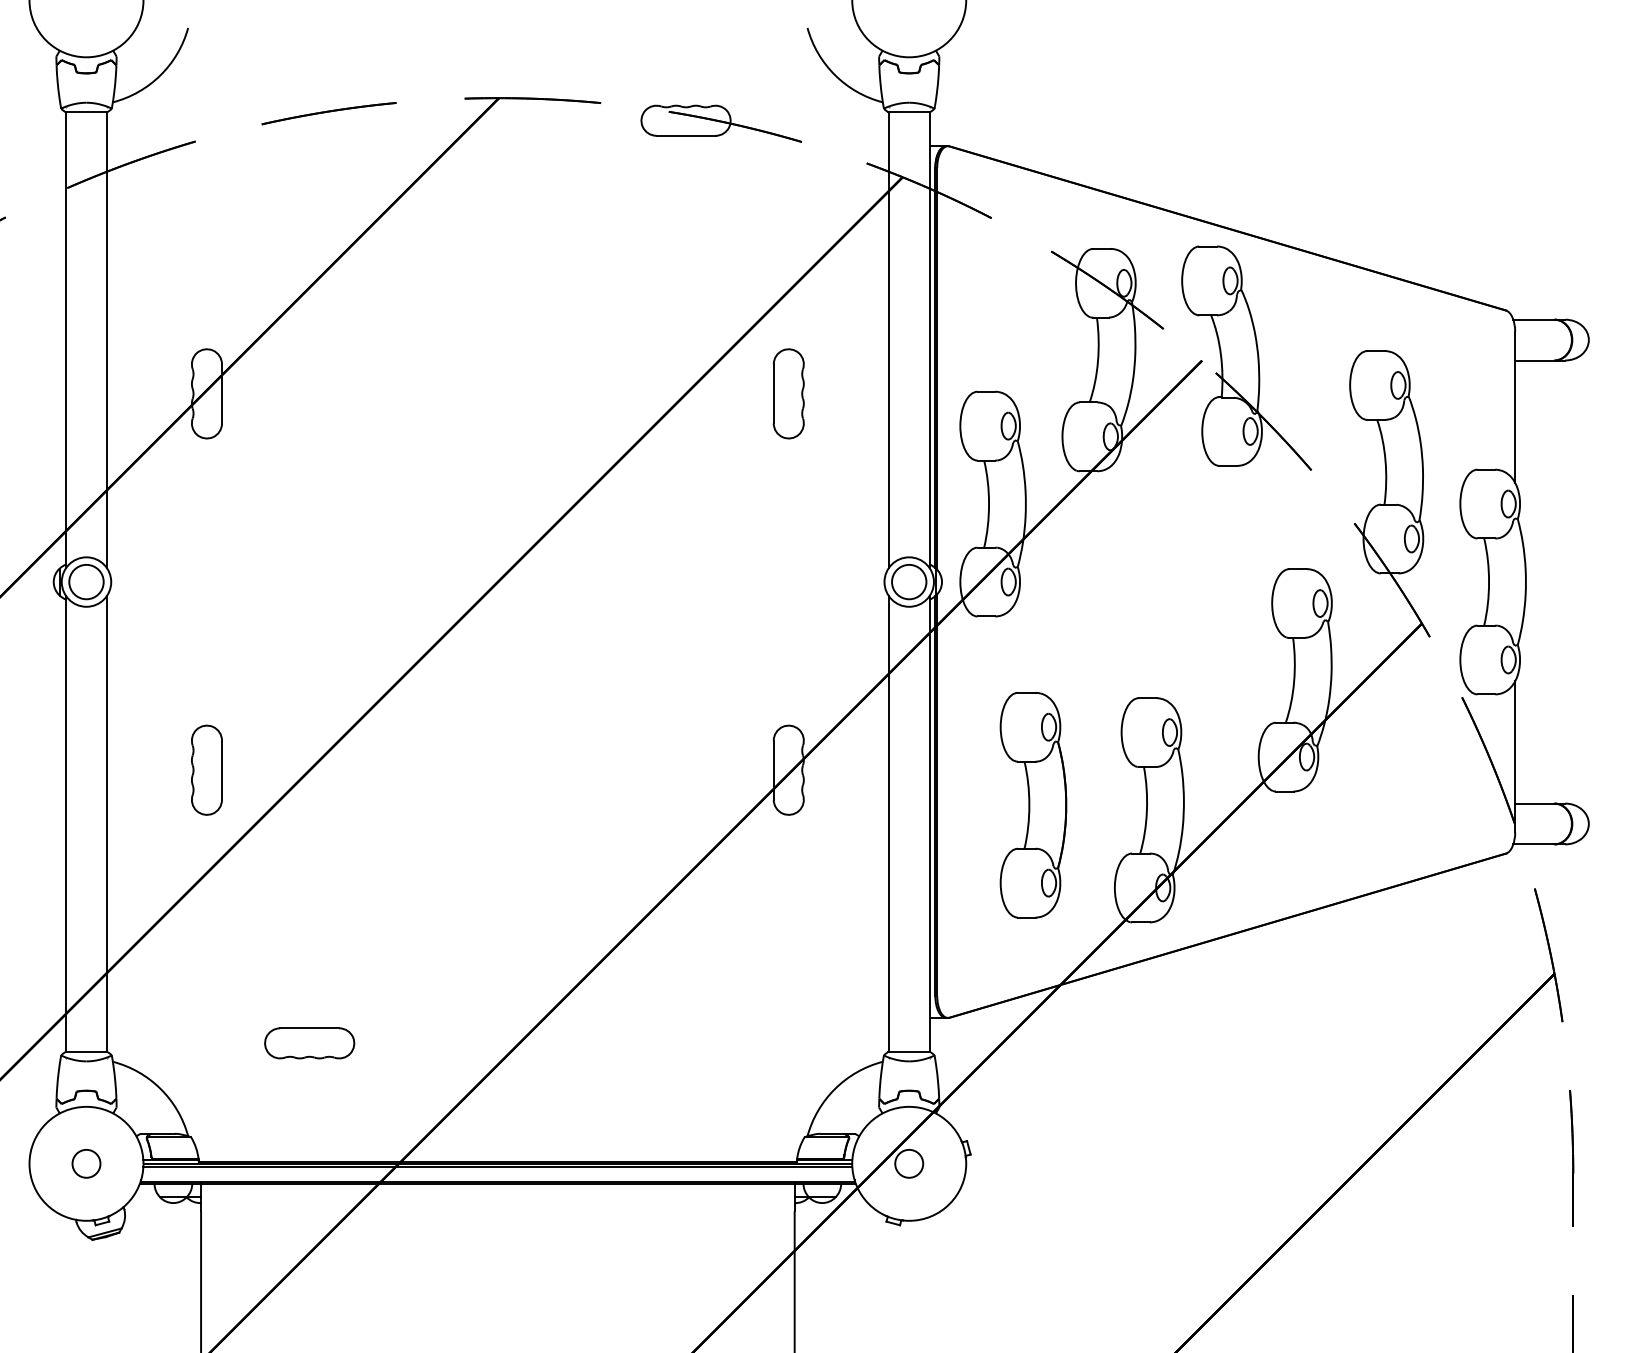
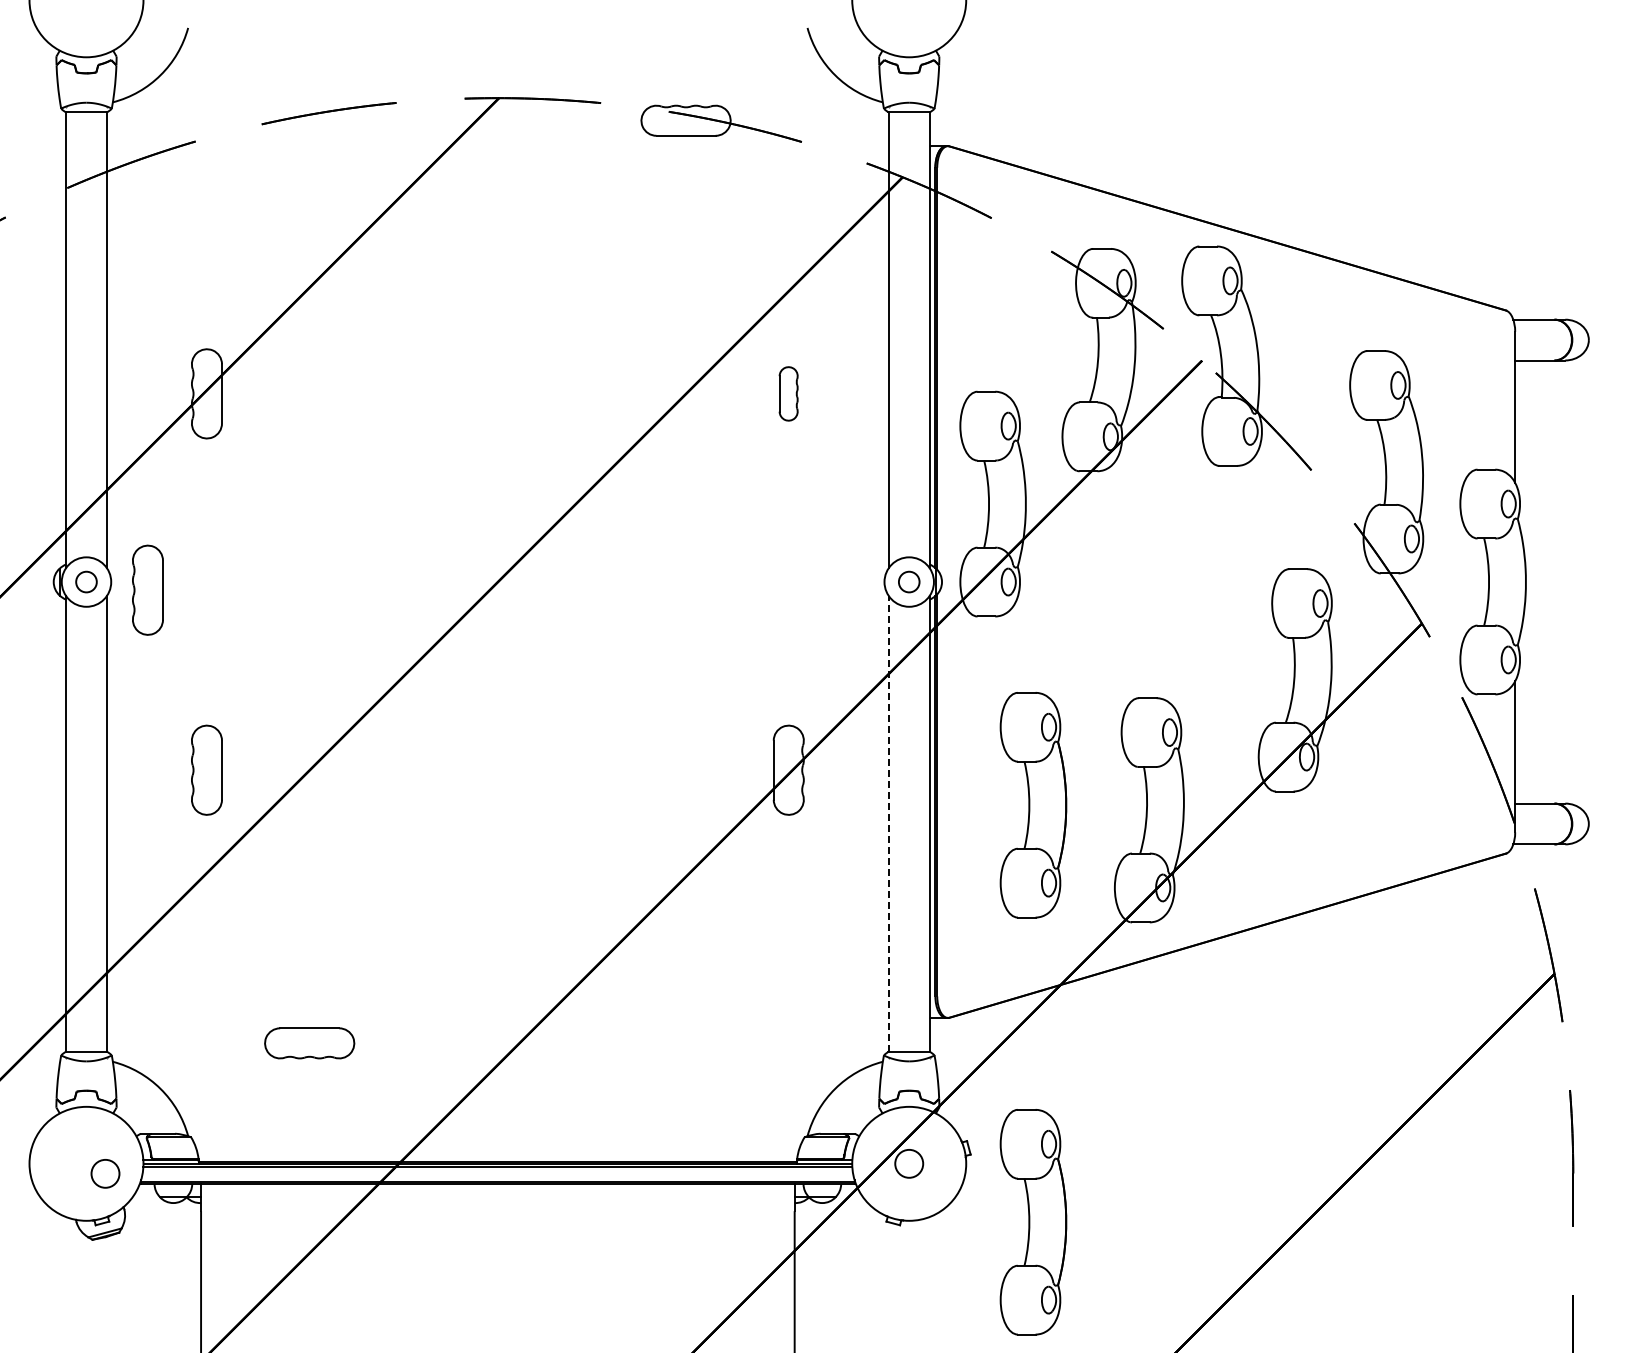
part at (788, 393) size: 33x92 px -> 21x56 px
circle at (86, 581) diameter: 34 px -> 21 px
circle at (909, 581) diameter: 34 px -> 21 px
part at (147, 589): none -> present
line at (888, 824): solid -> dashed
circle at (86, 1163) position: (86, 1163) -> (105, 1173)
part at (1033, 1222): none -> present
